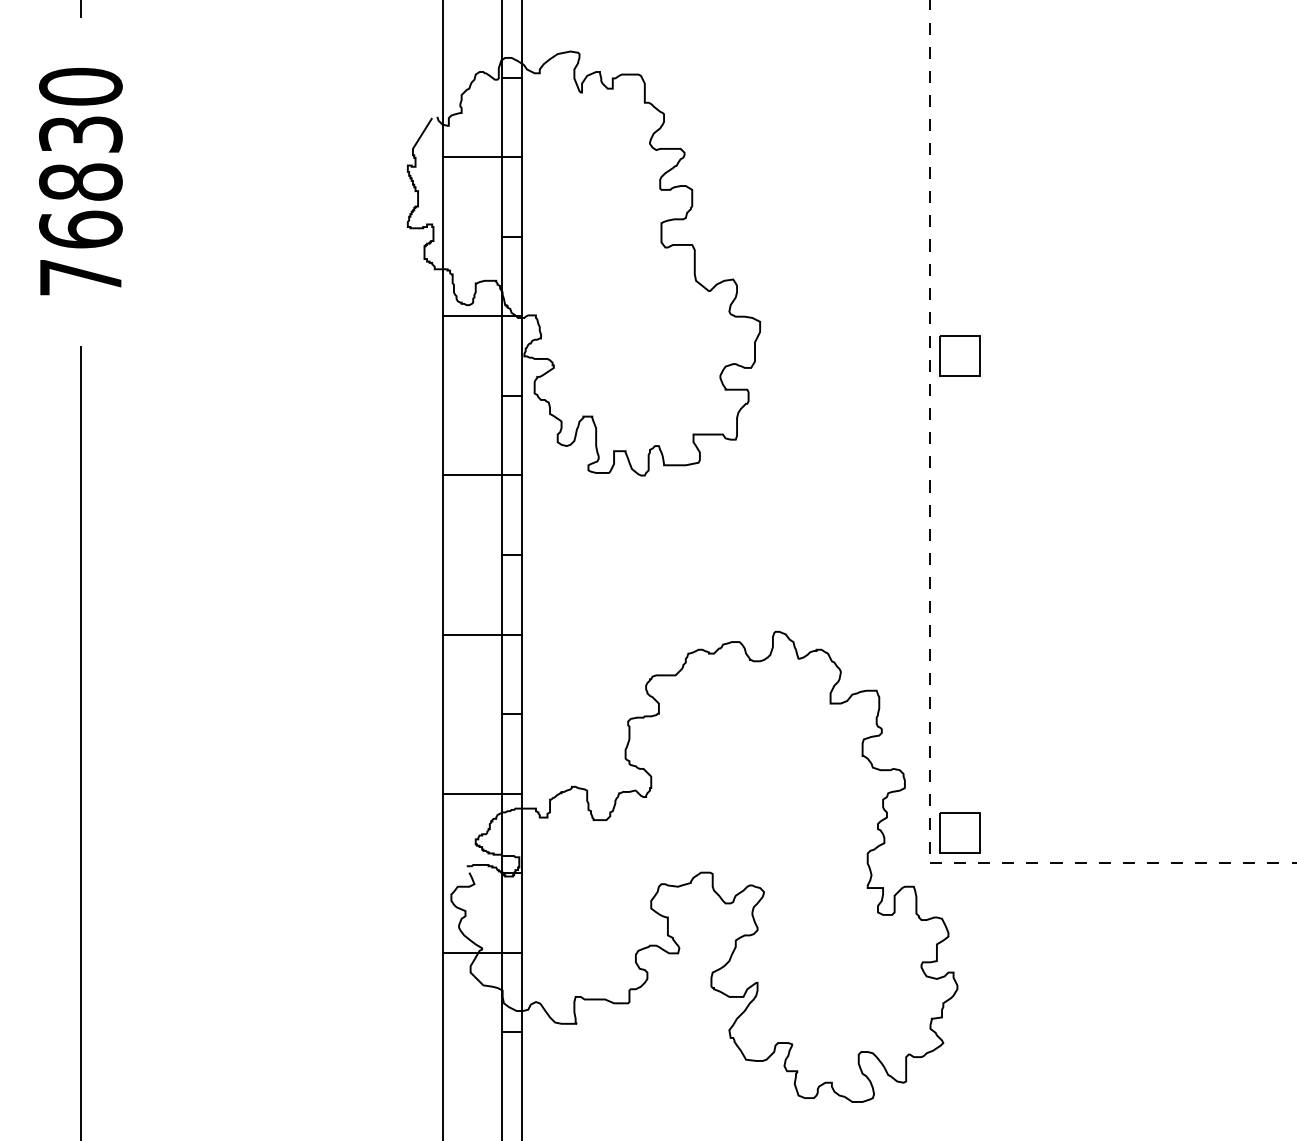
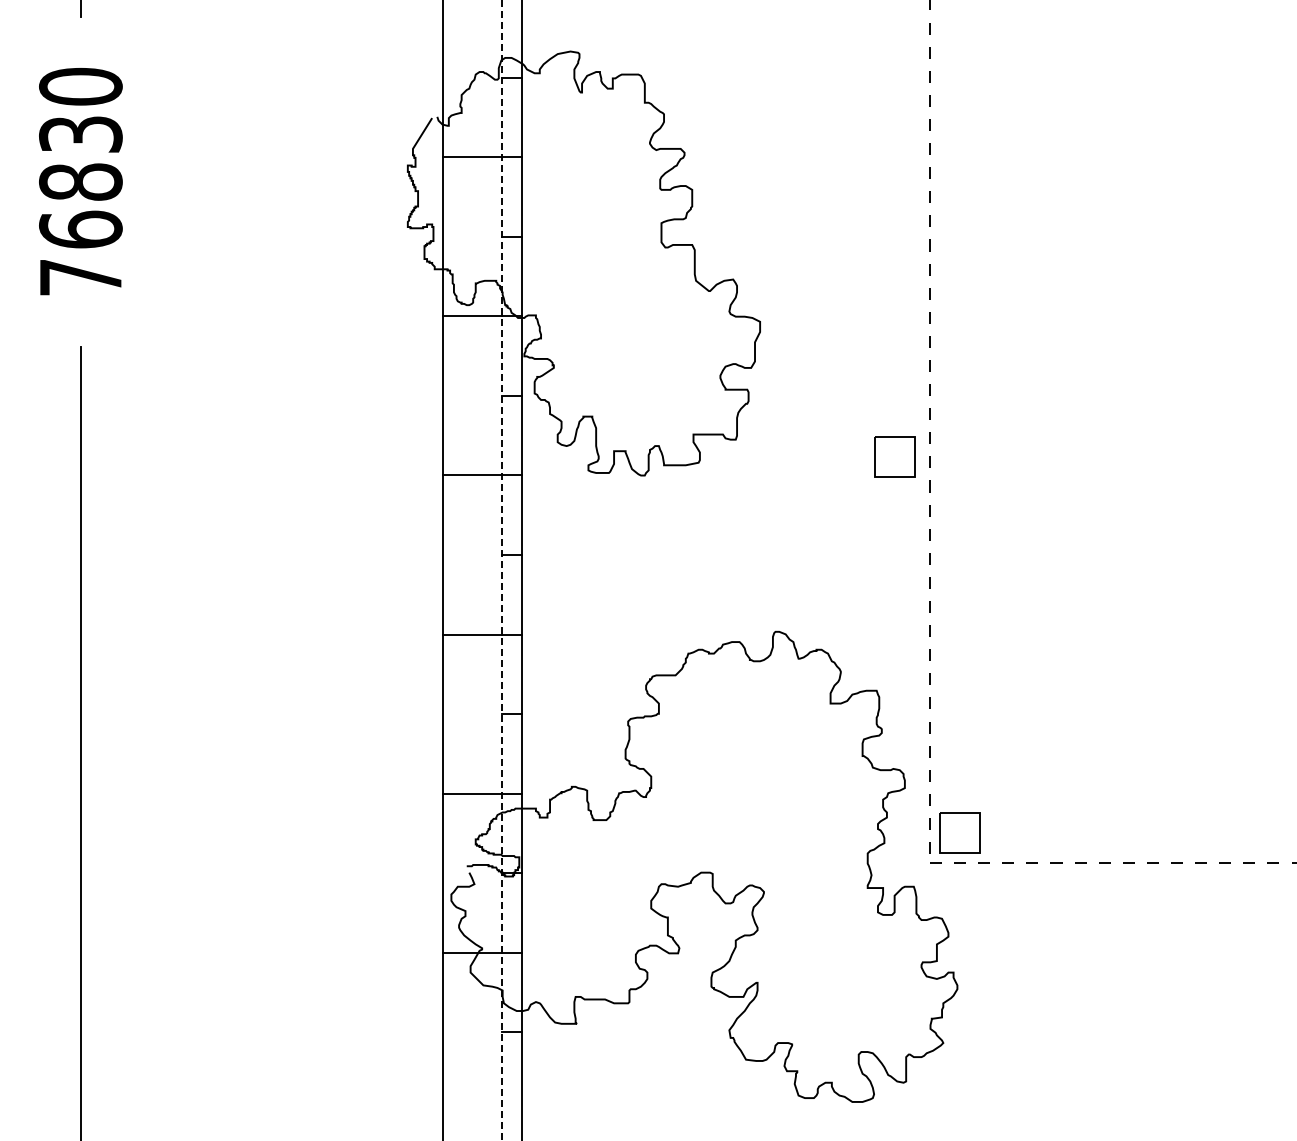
part at (959, 355) position: (959, 355) -> (894, 456)
line at (502, 570): solid -> dashed
